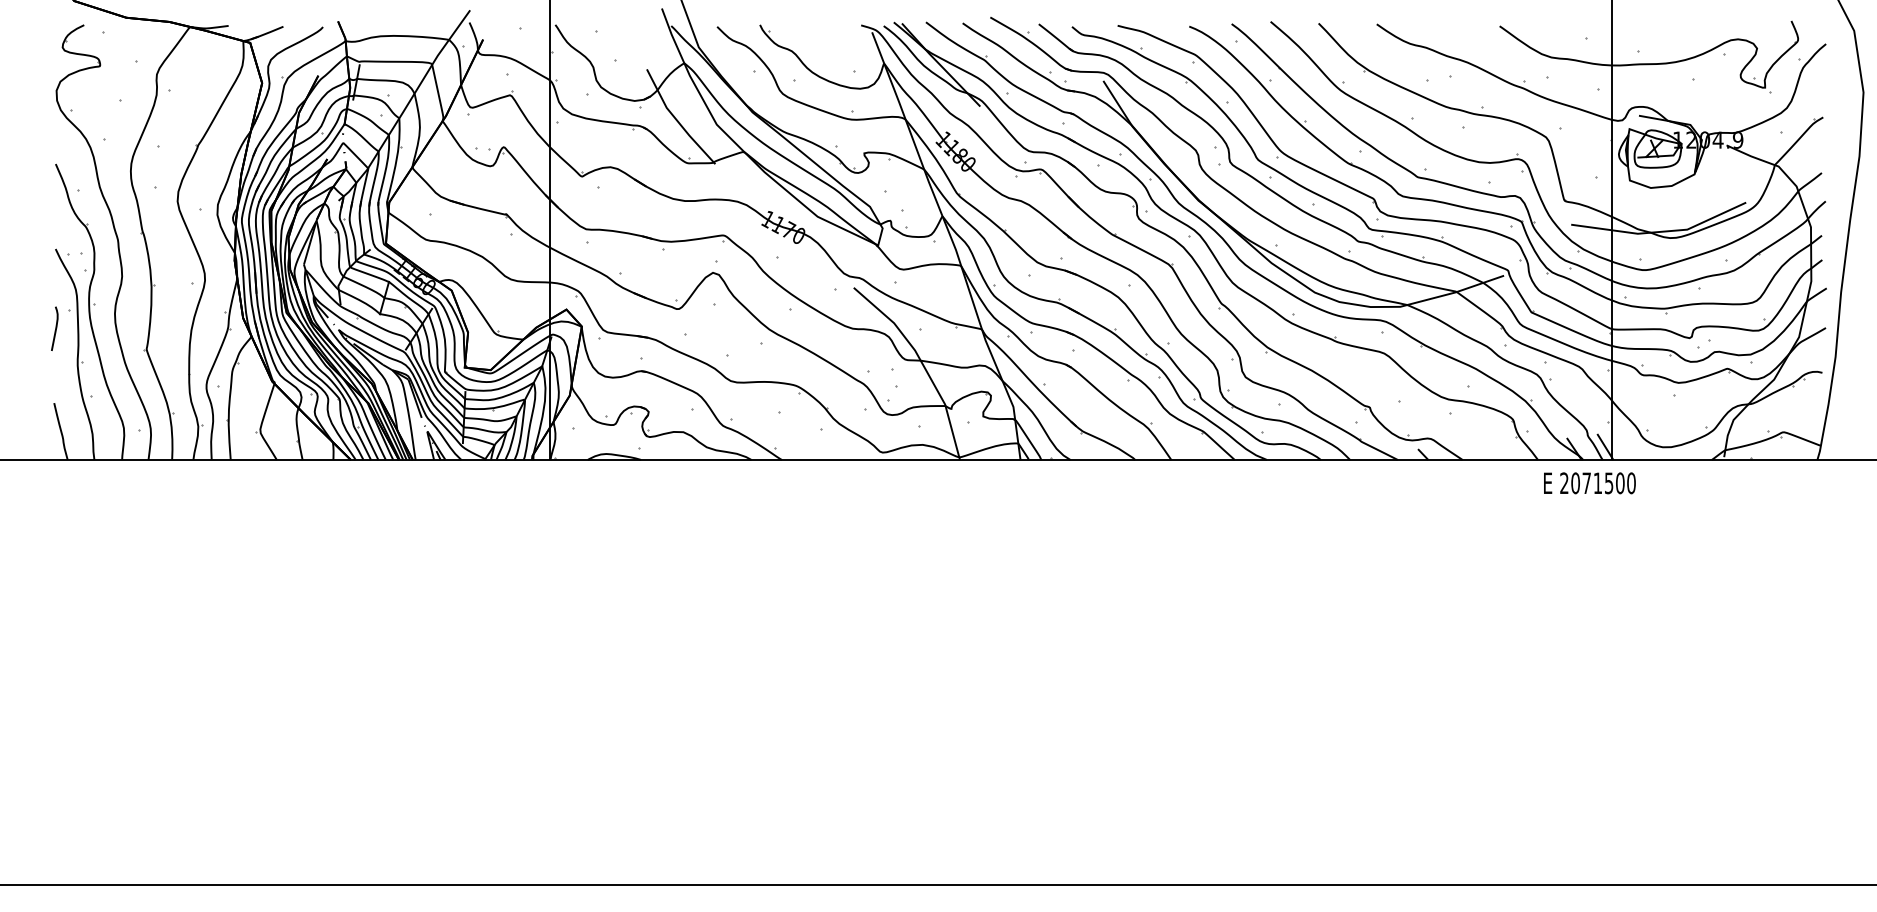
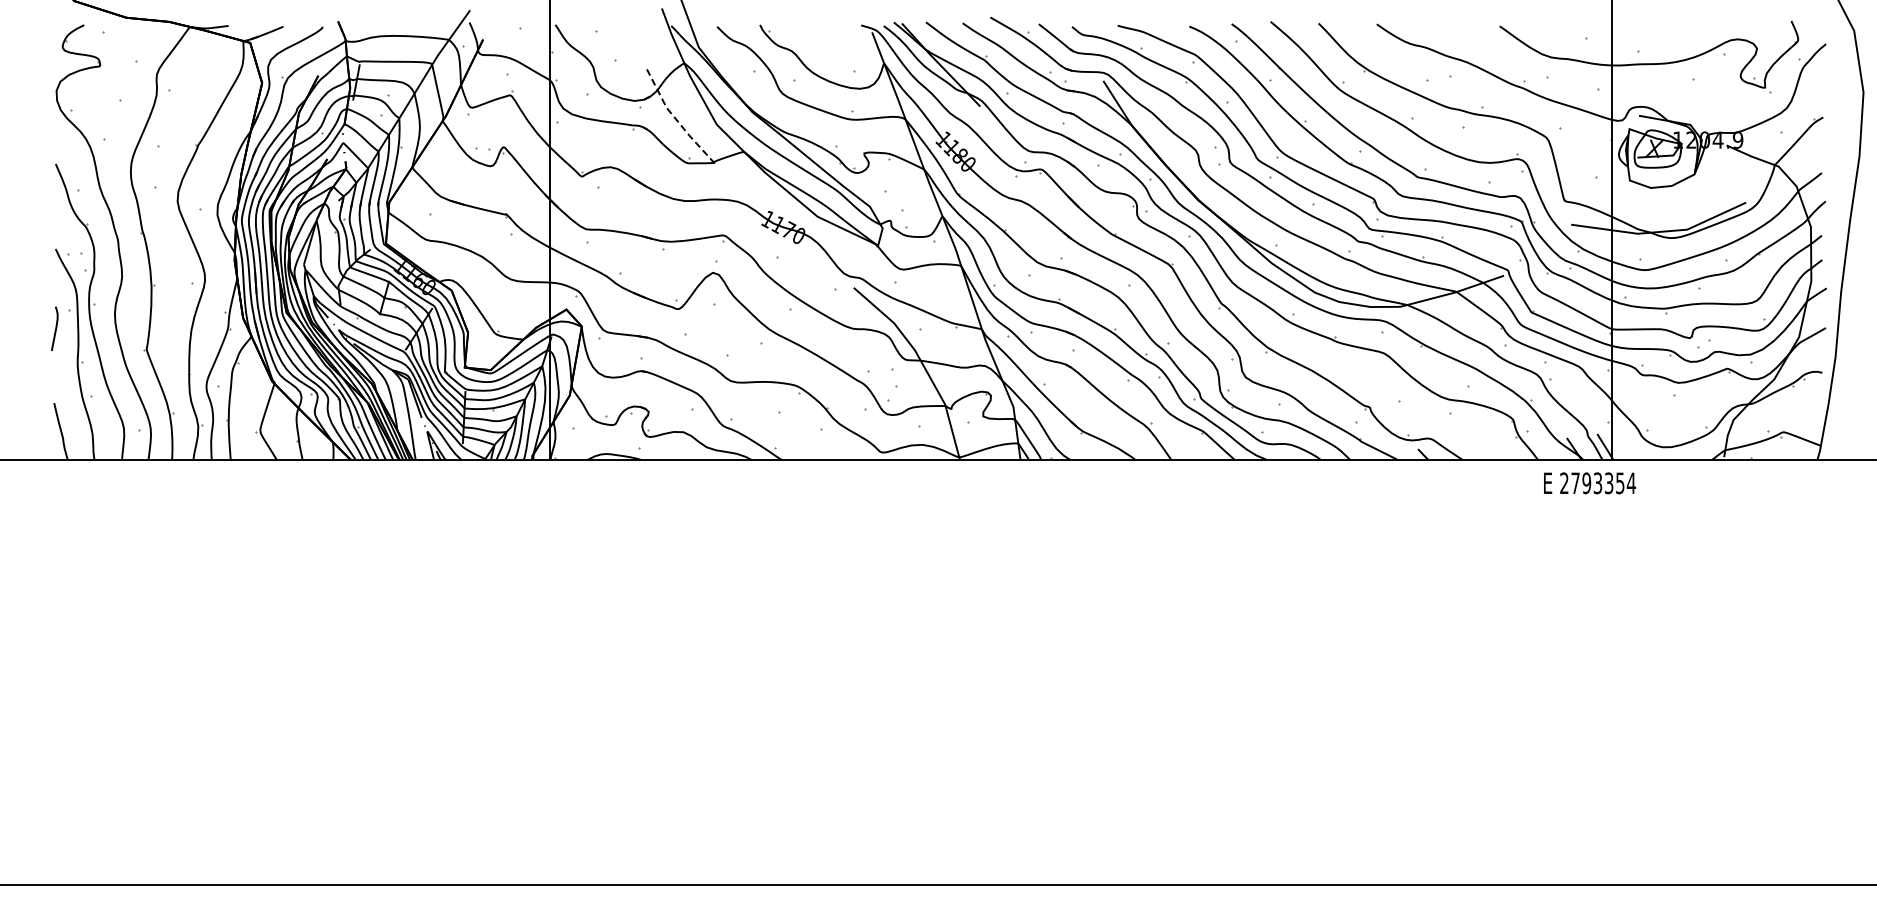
line at (676, 120): solid -> dashed
text at (1603, 483): 2071500 -> 2793354
